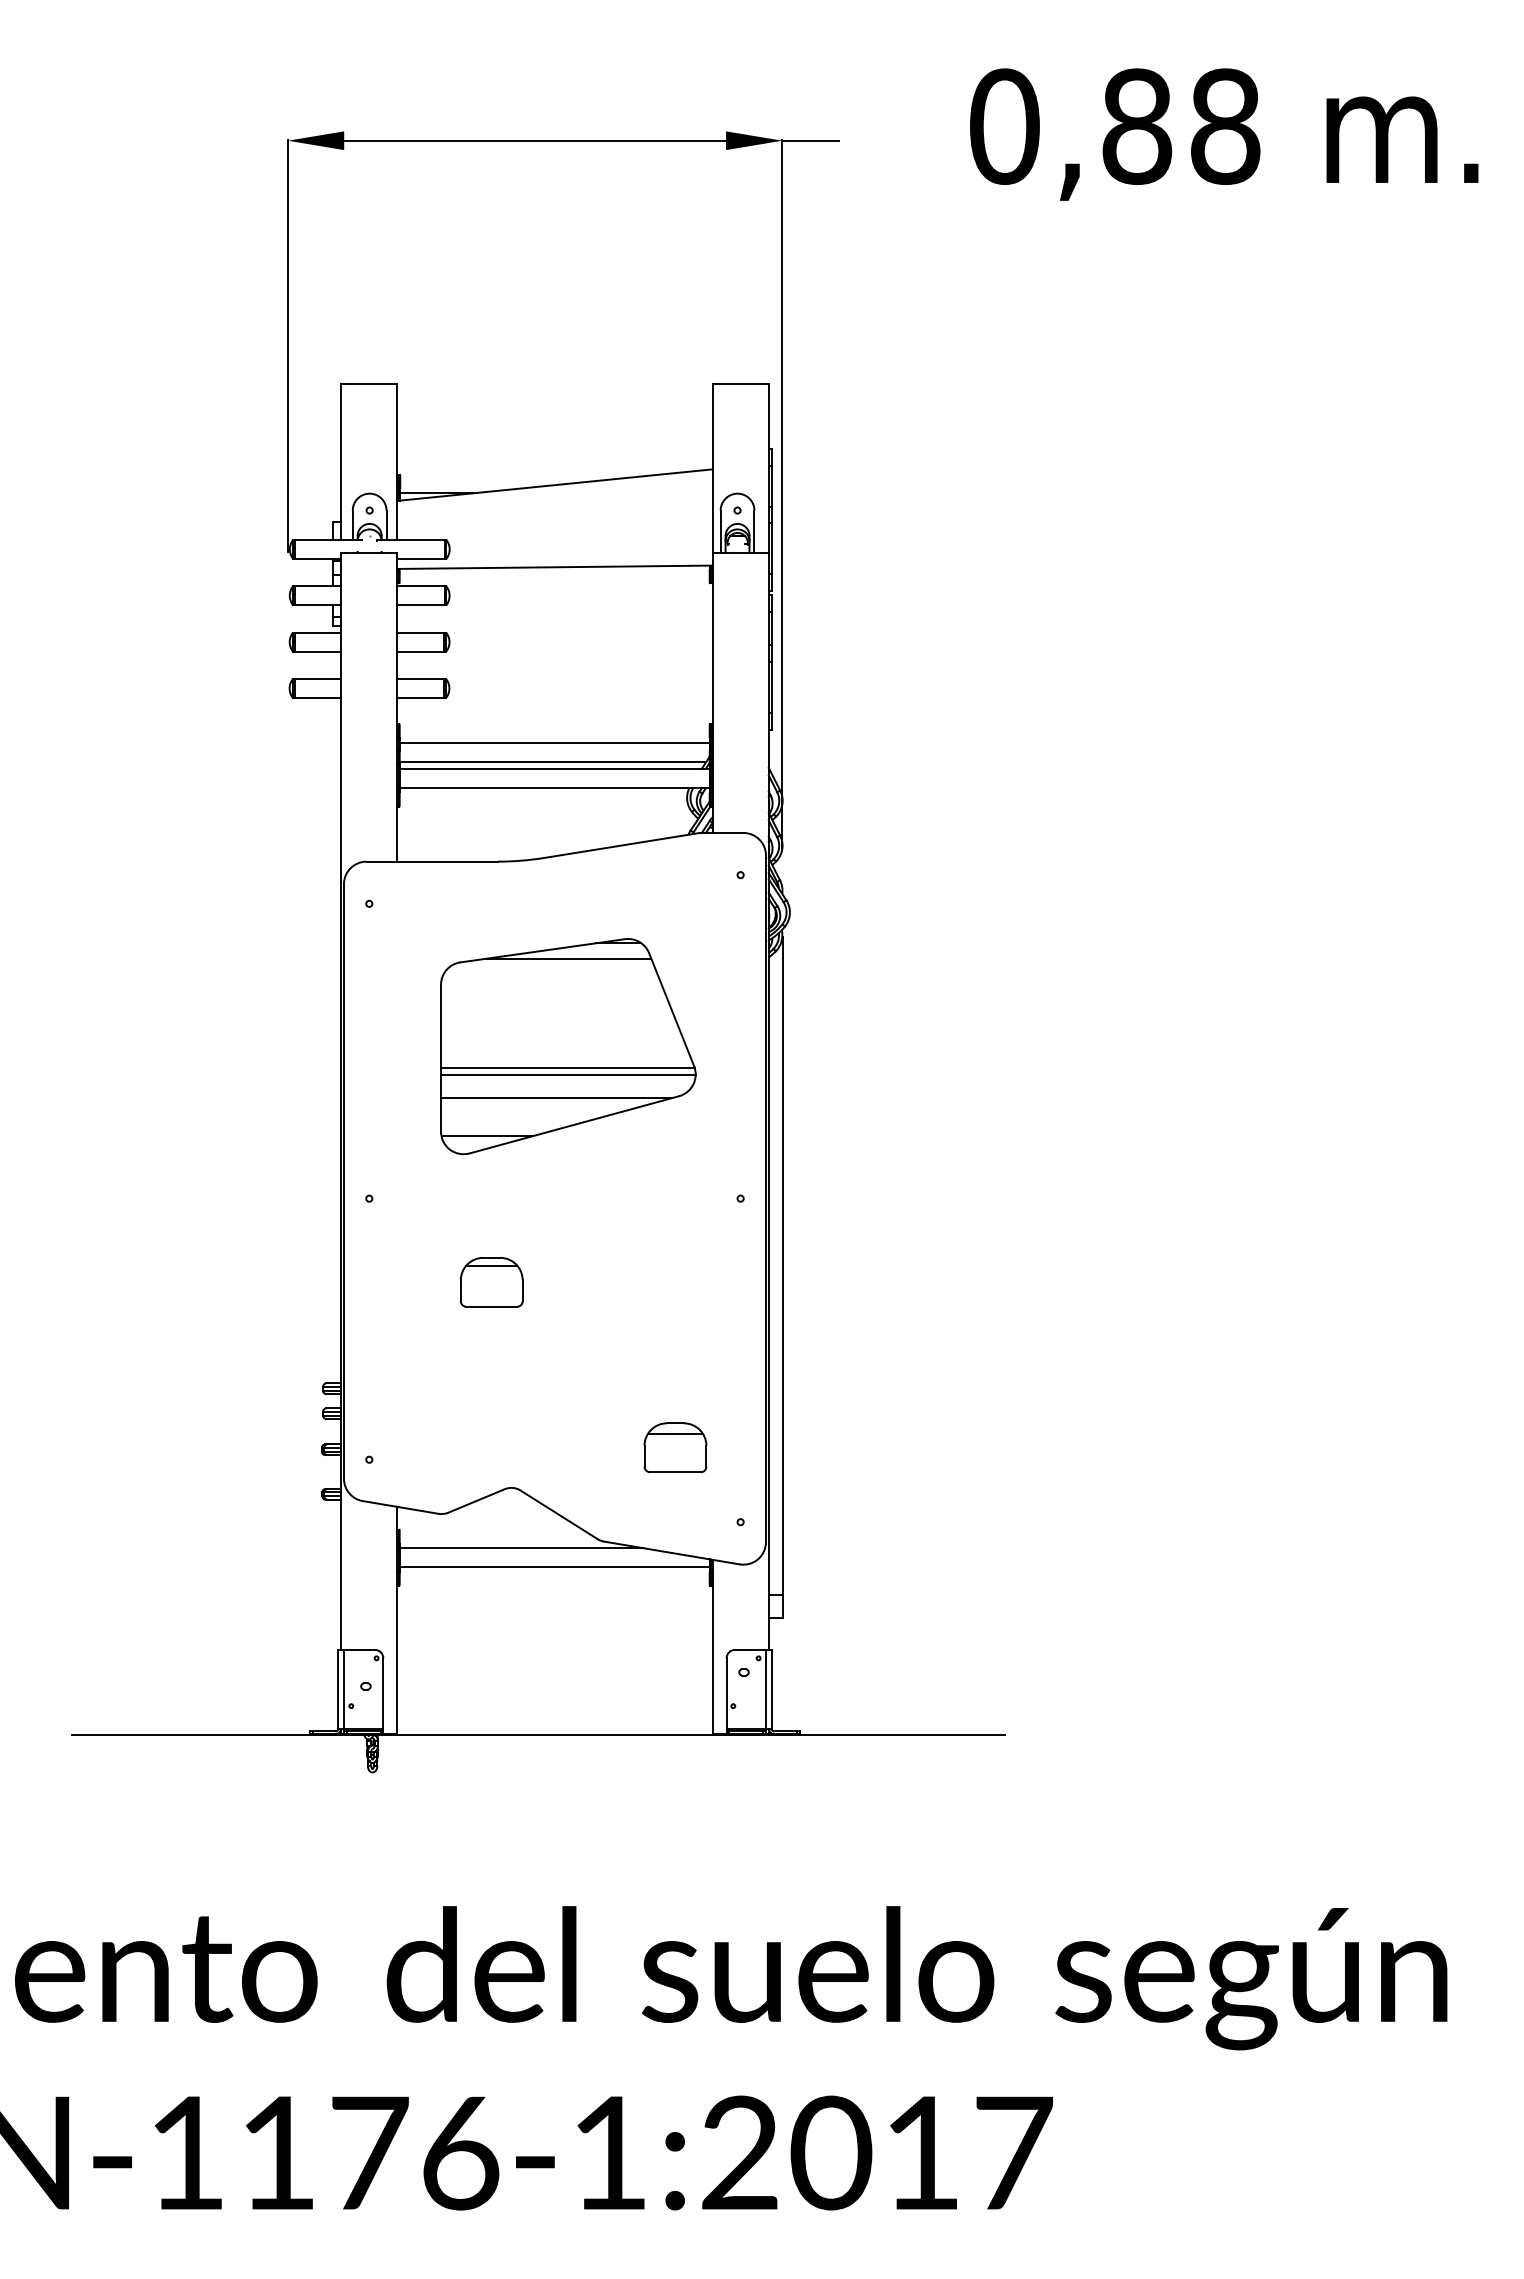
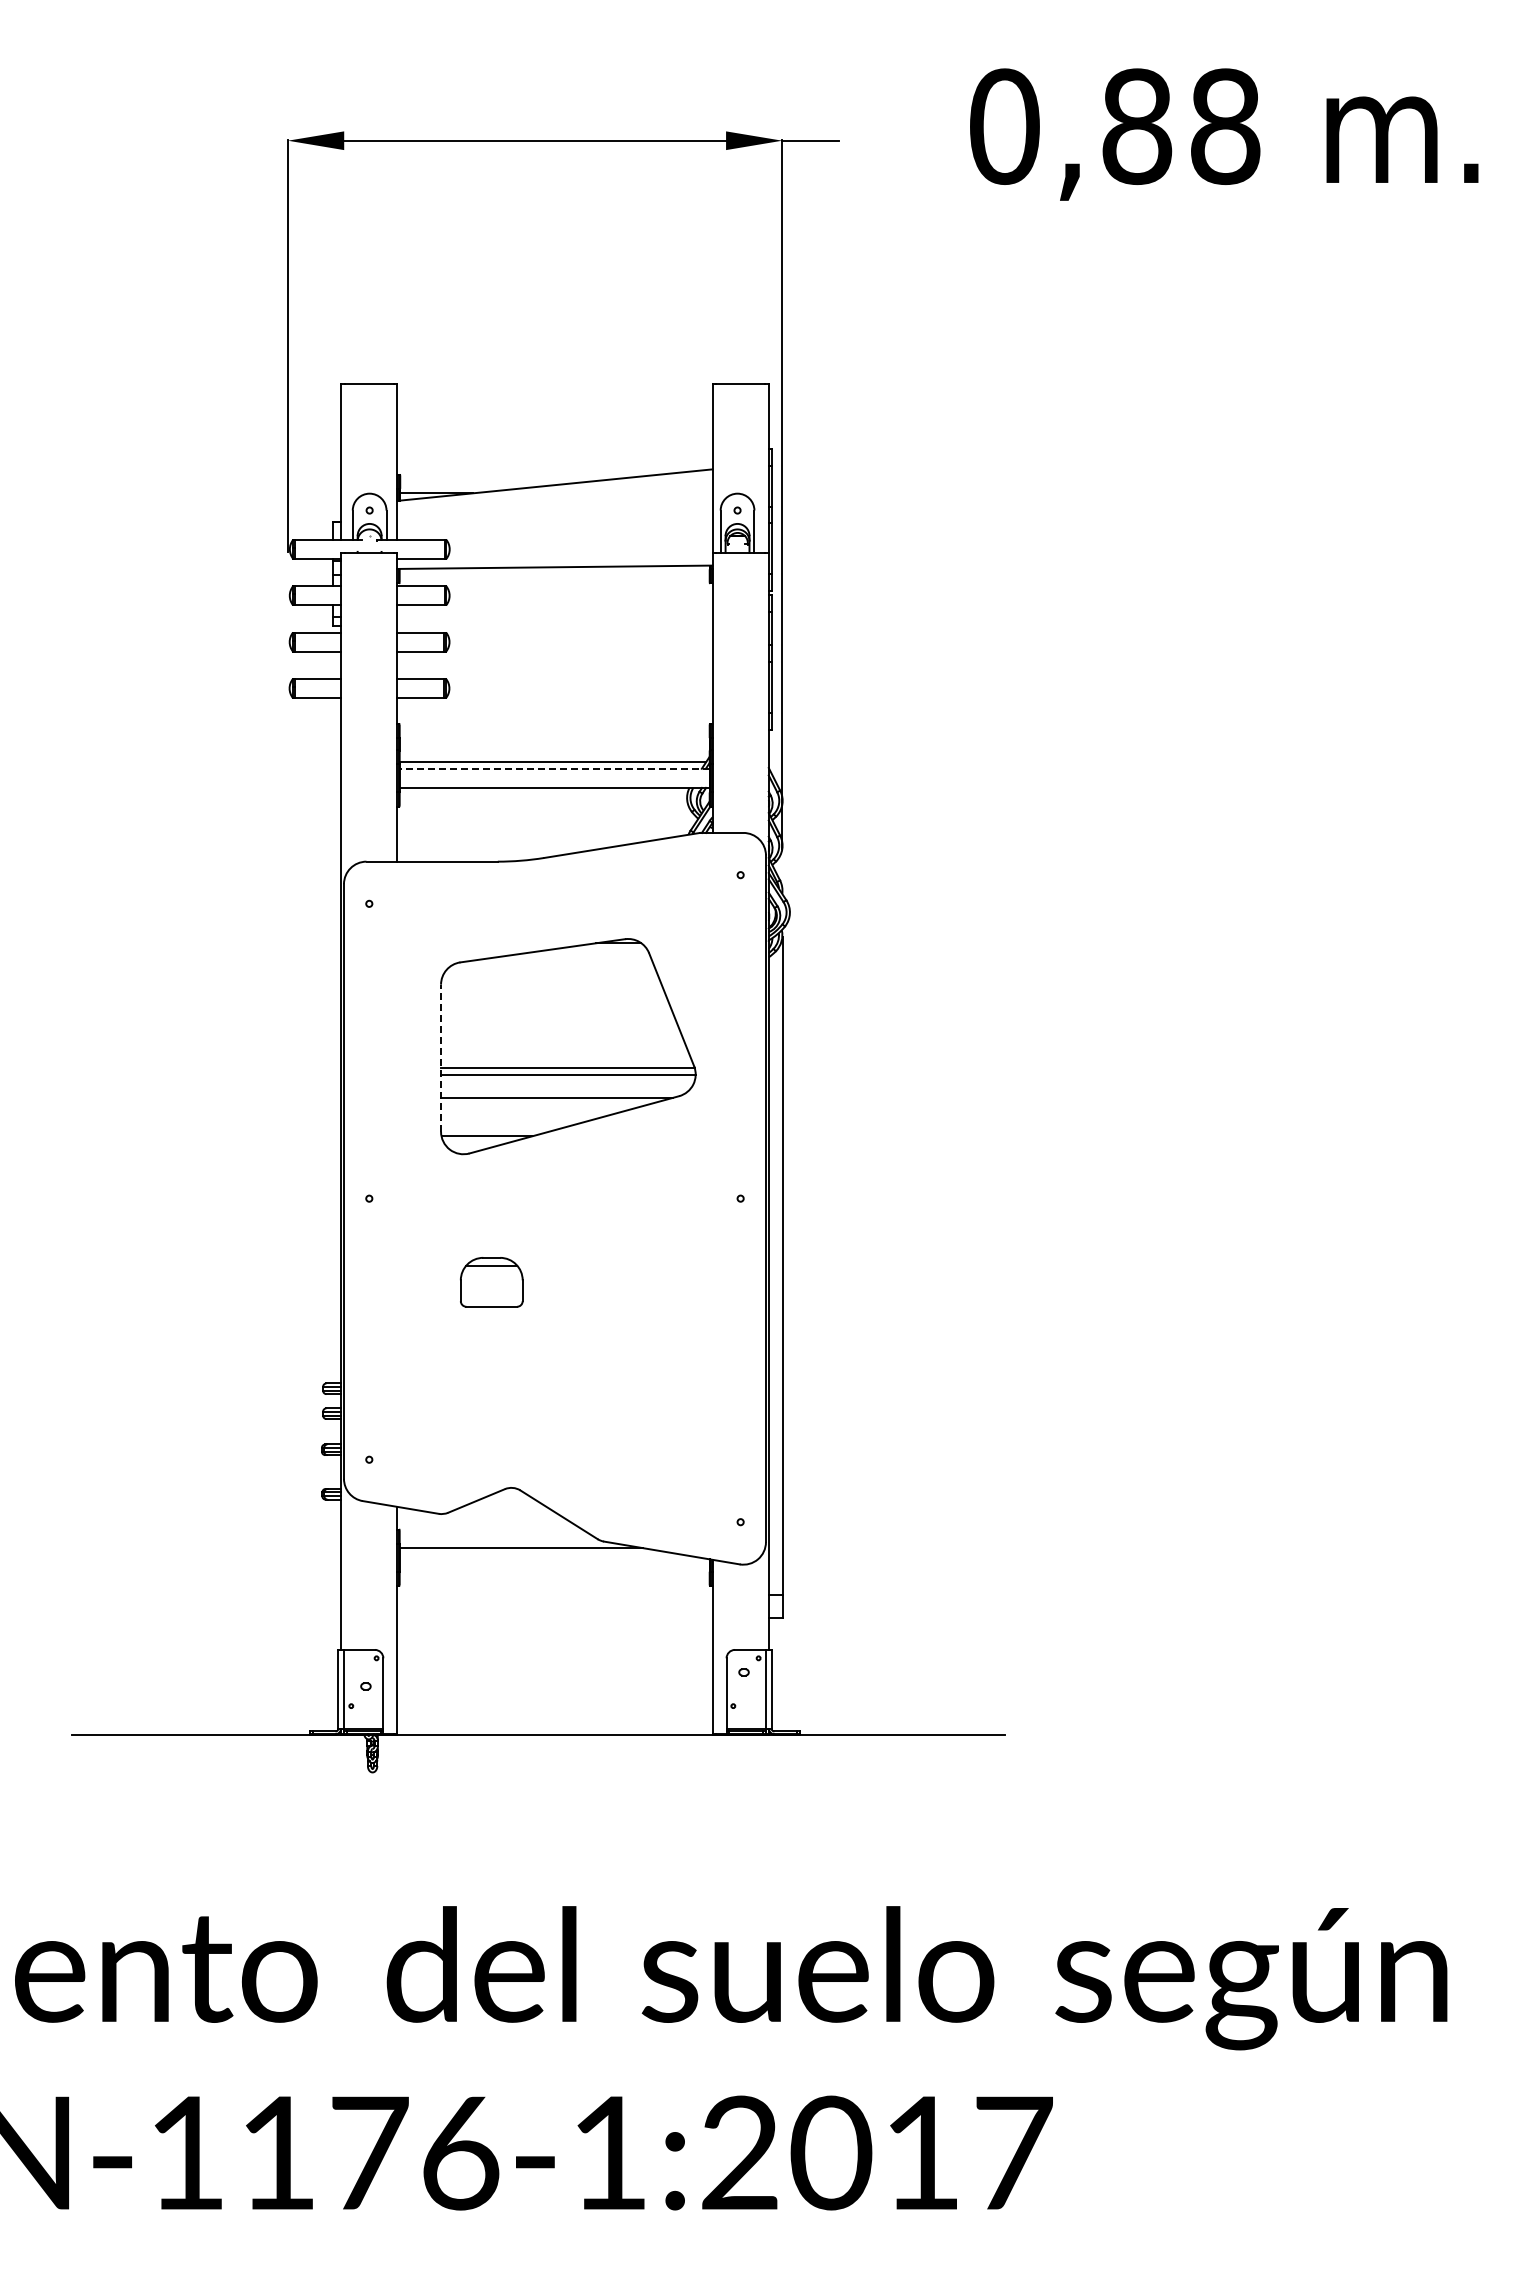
line at (554, 742): present -> none
line at (554, 768): solid -> dashed
line at (568, 958): present -> none
line at (441, 1058): solid -> dashed
part at (675, 1447): present -> none
line at (554, 1567): present -> none
